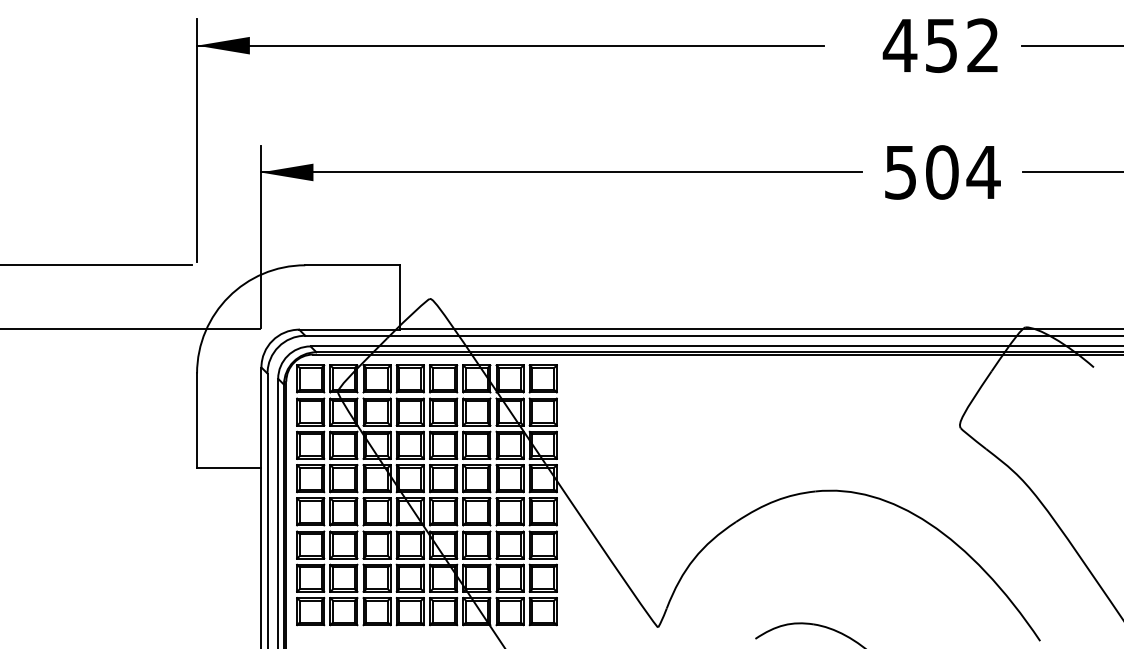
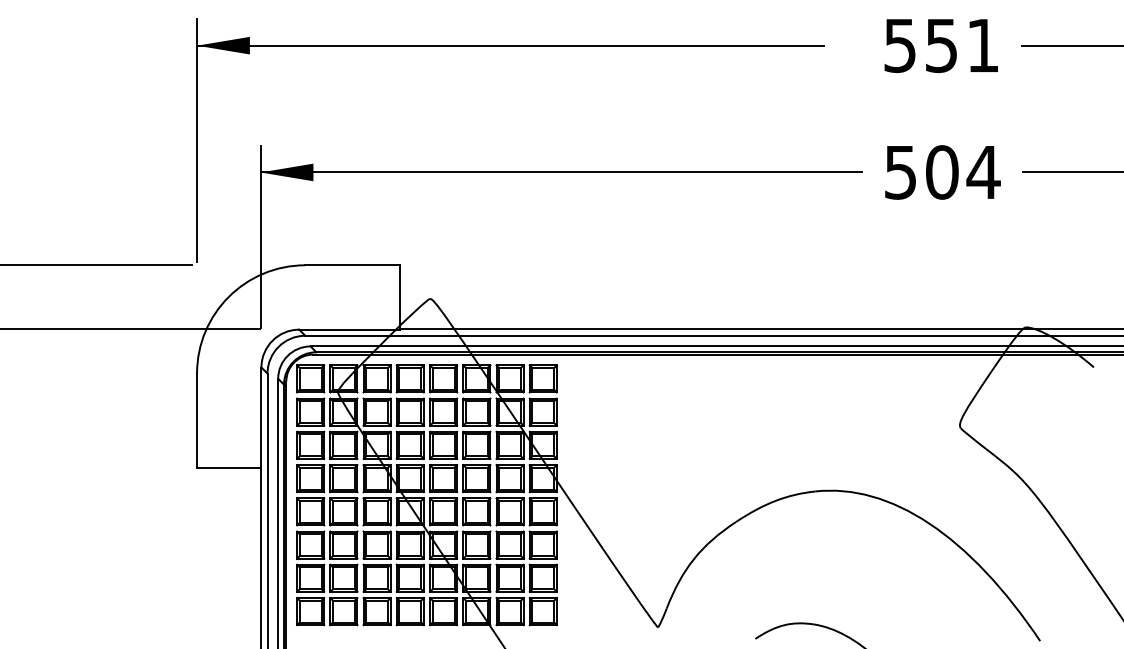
text at (939, 45): 452 -> 551
